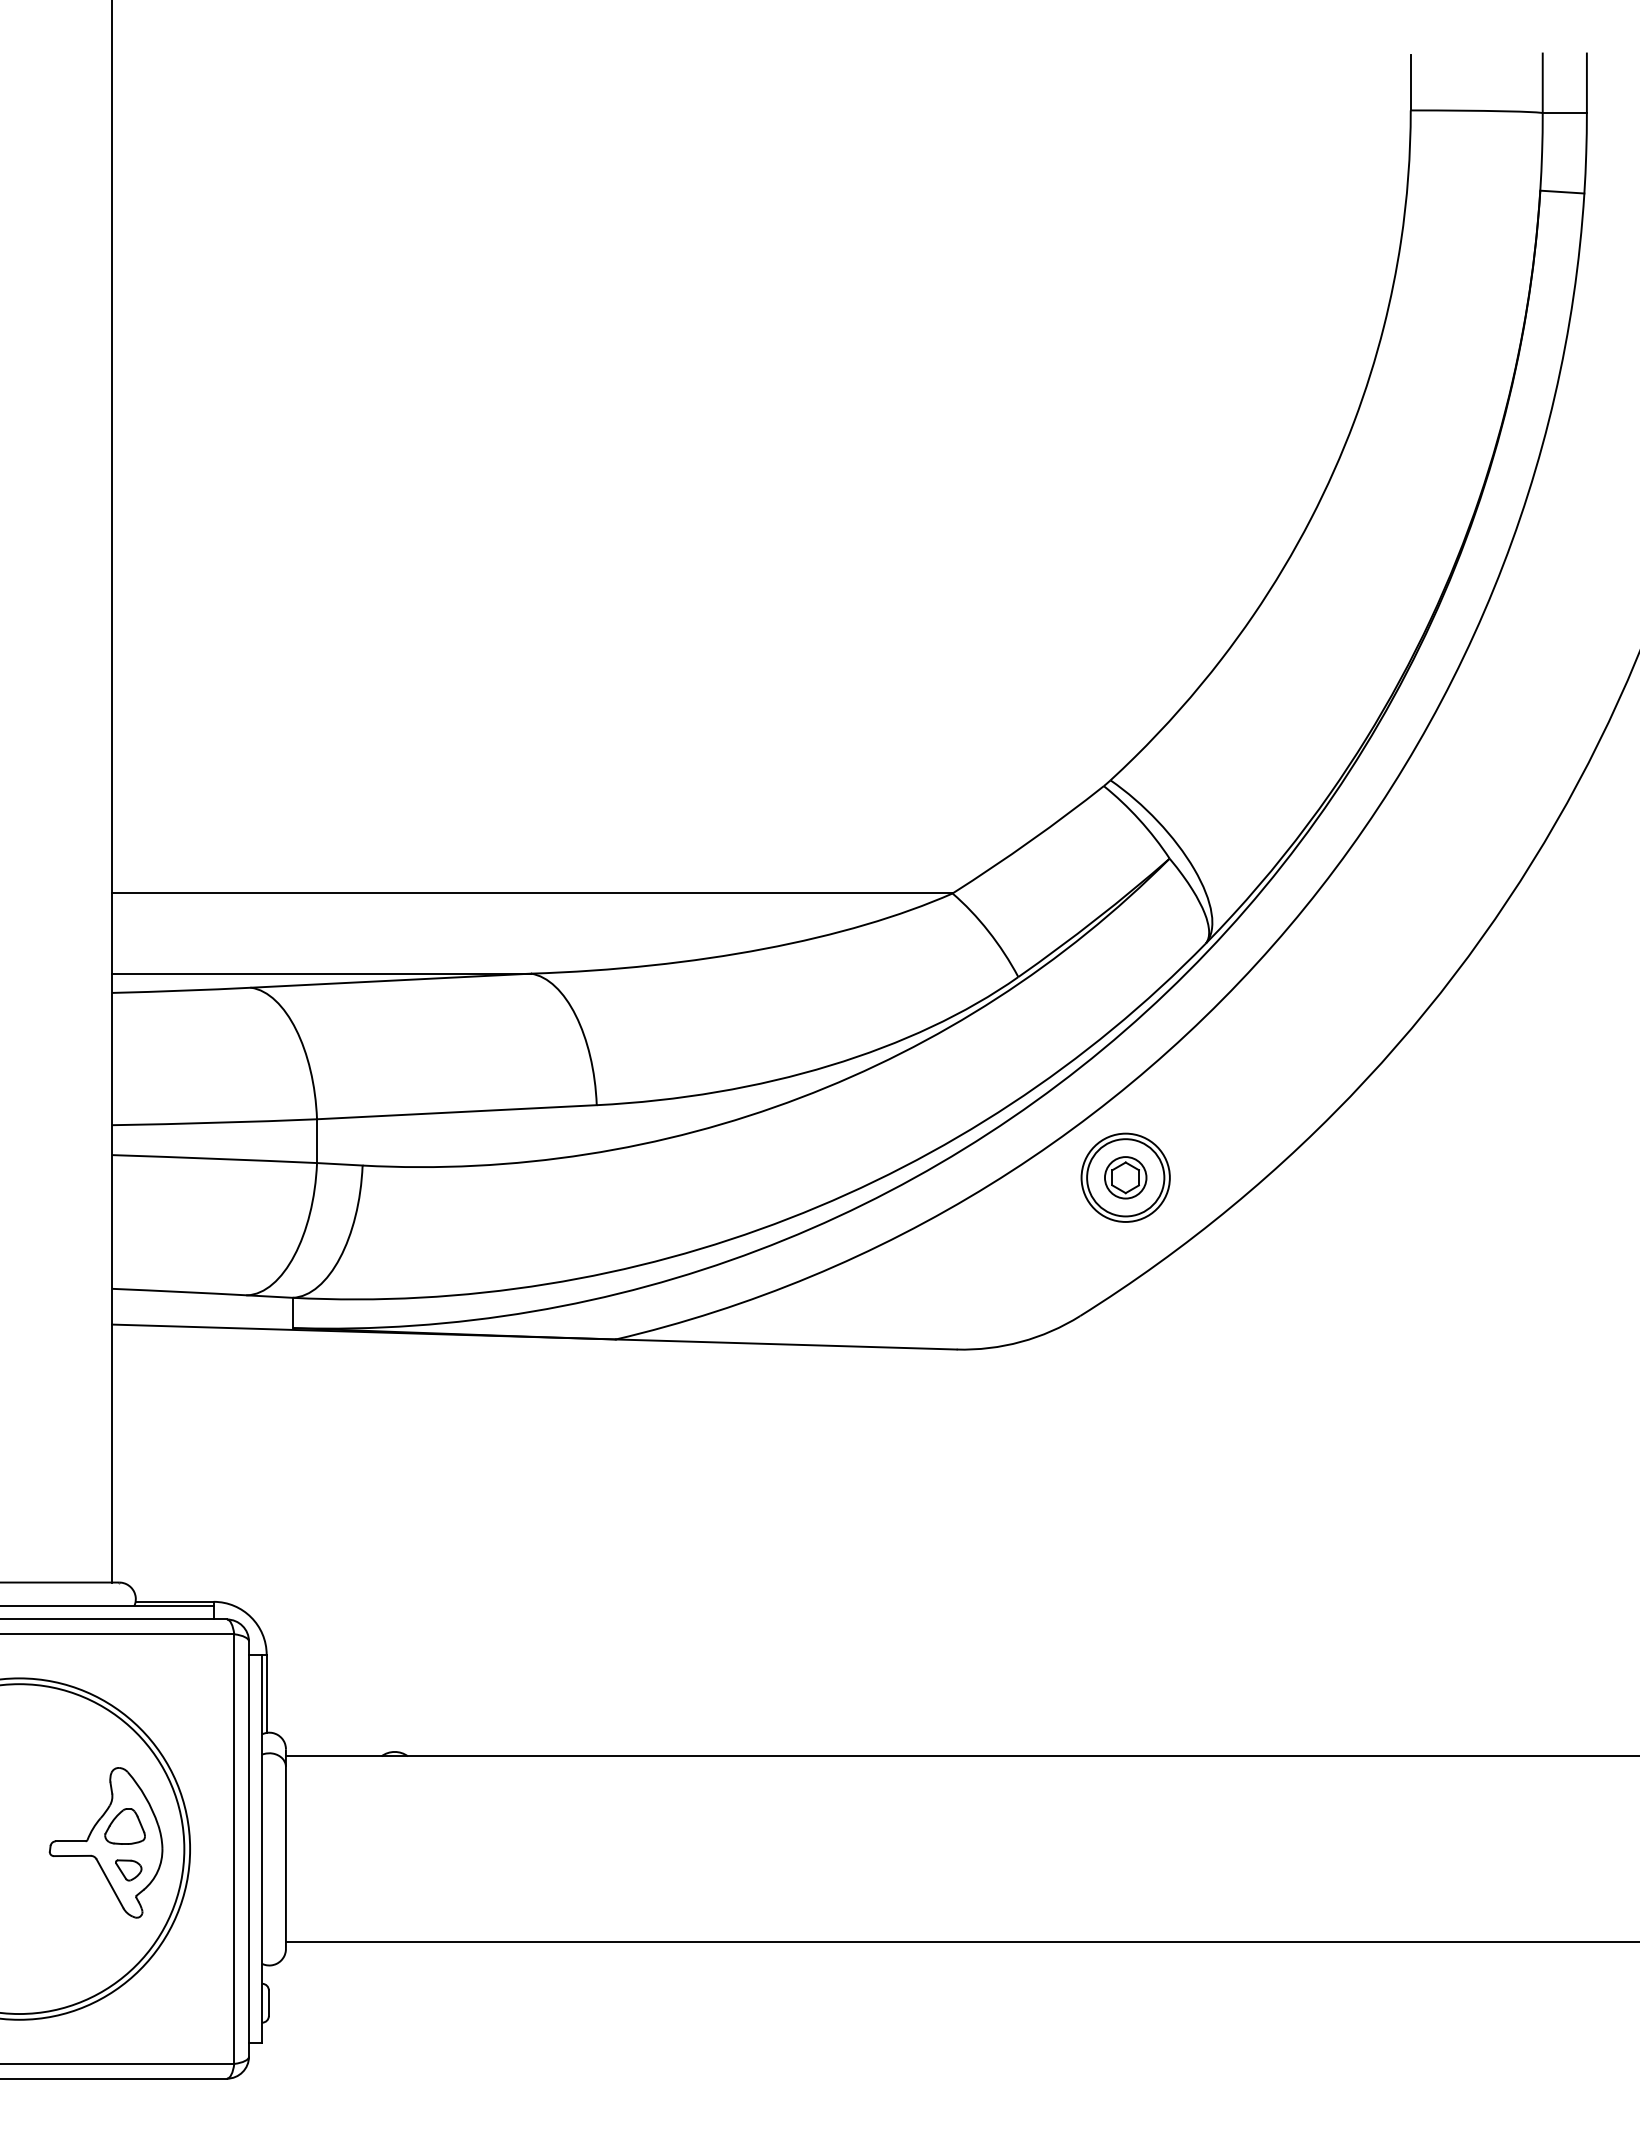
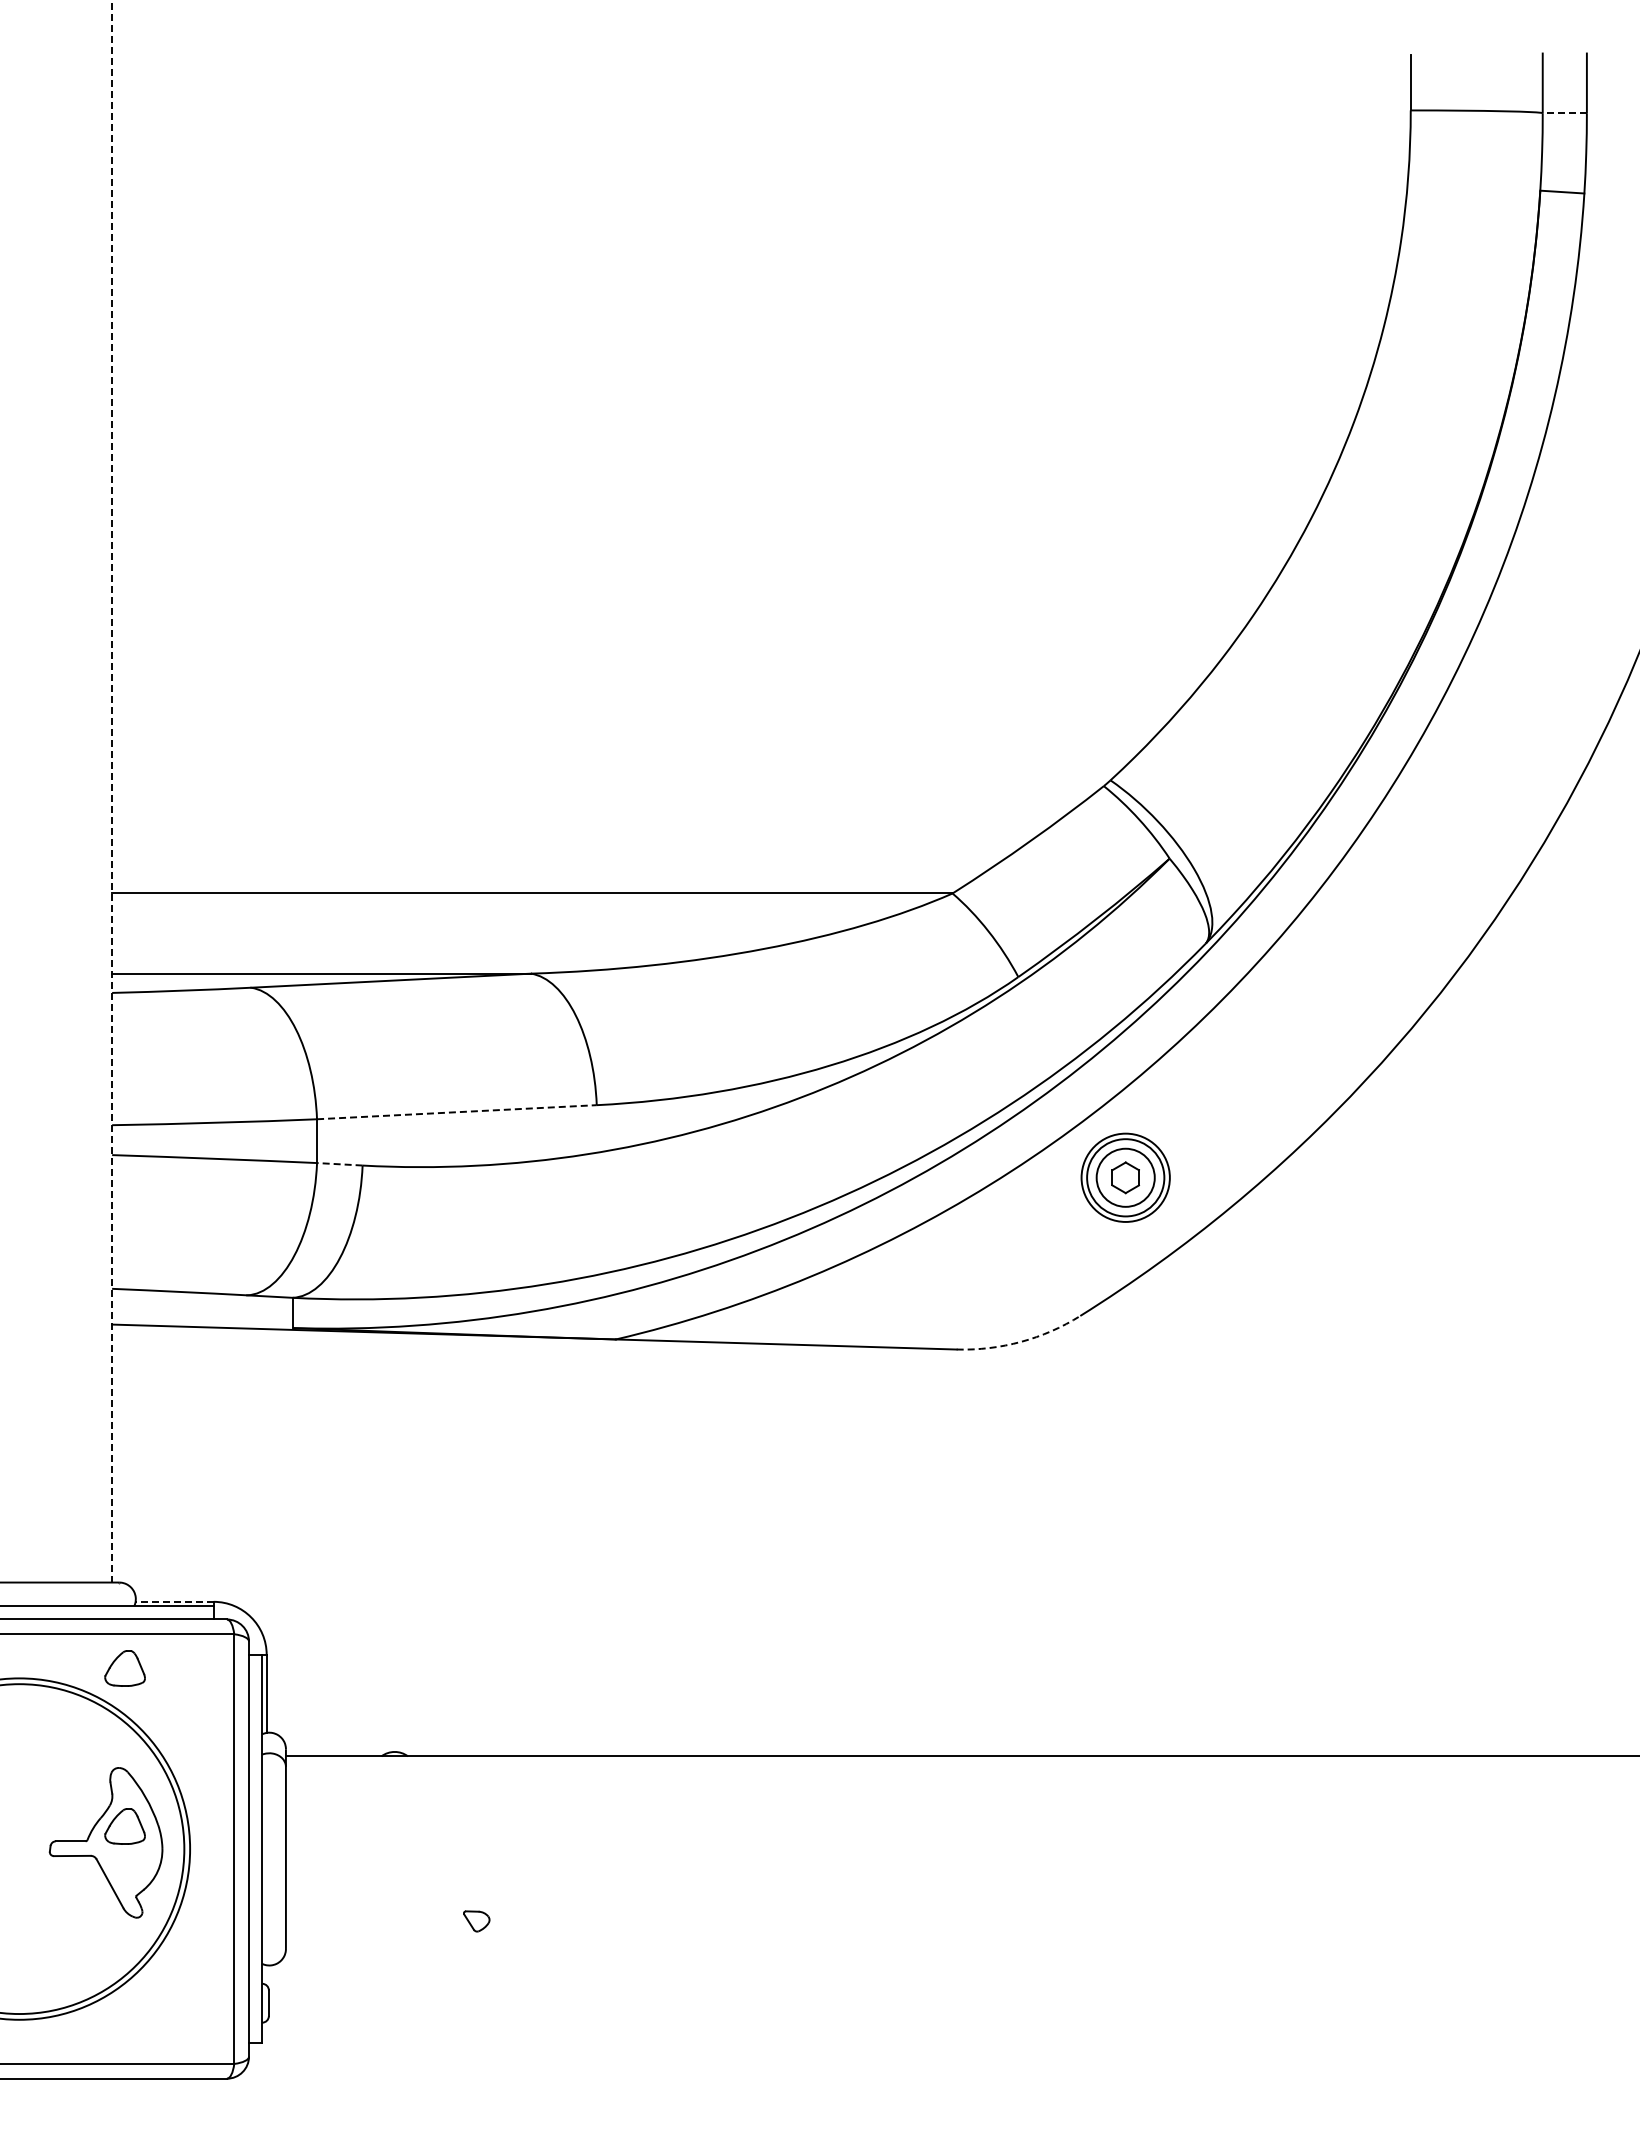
line at (1564, 113): solid -> dashed
line at (112, 791): solid -> dashed
line at (457, 1112): solid -> dashed
line at (339, 1164): solid -> dashed
circle at (1125, 1177) diameter: 42 px -> 58 px
arc at (1021, 1341): solid -> dashed
line at (174, 1601): solid -> dashed
part at (124, 1668): none -> present
part at (128, 1870) position: (128, 1870) -> (476, 1921)
line at (960, 1941): present -> none
